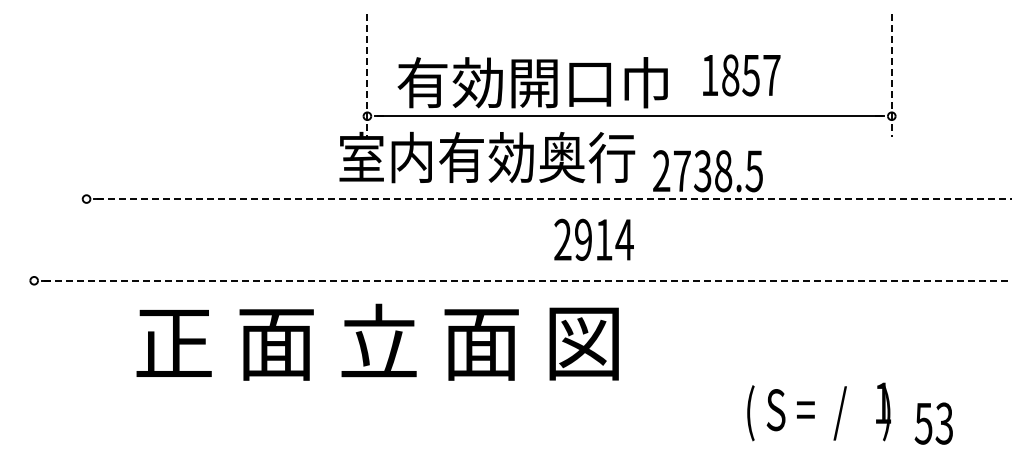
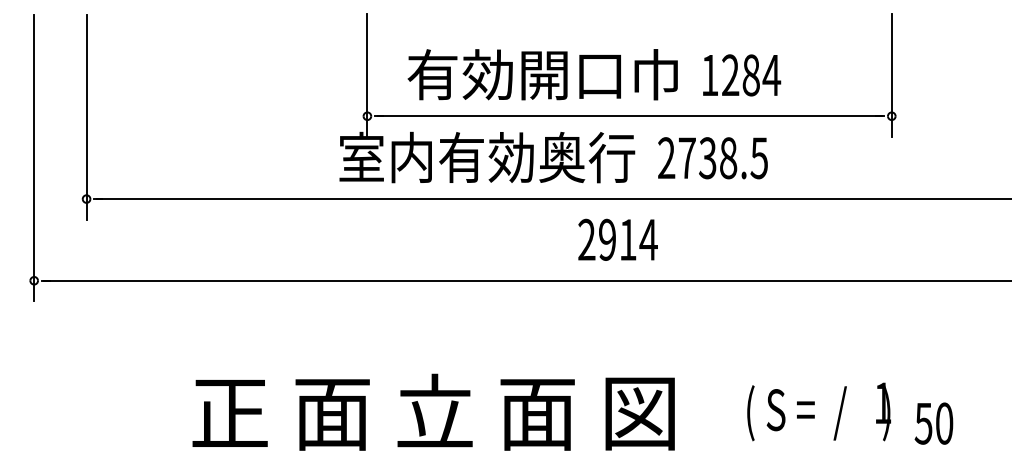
line at (367, 75): dashed -> solid
text at (751, 75): 1857 -> 1284
line at (891, 75): dashed -> solid
text at (532, 82) position: (532, 82) -> (542, 74)
line at (86, 117): none -> present
line at (34, 158): none -> present
text at (707, 171) position: (707, 171) -> (712, 158)
line at (554, 199): dashed -> solid
text at (593, 239) position: (593, 239) -> (617, 239)
line at (528, 280): dashed -> solid
text at (377, 341) position: (377, 341) -> (433, 411)
text at (944, 423): 53 -> 50
